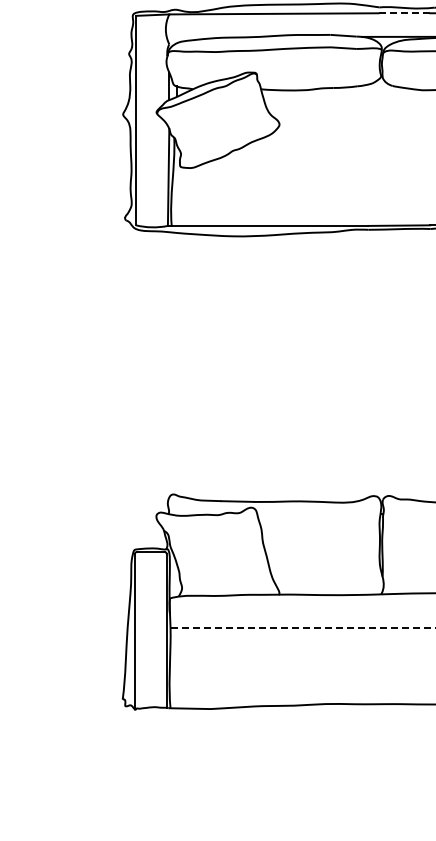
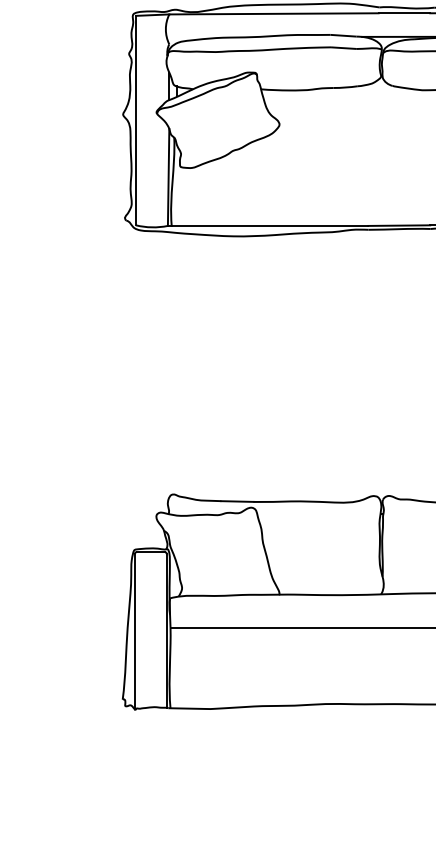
line at (404, 13): dashed -> solid
line at (303, 627): dashed -> solid
